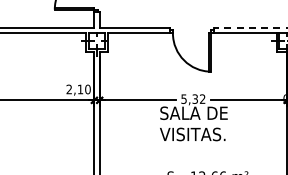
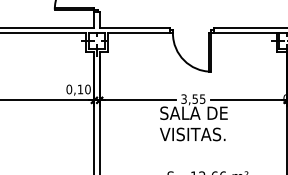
line at (250, 28): dashed -> solid
text at (69, 89): 2,10 -> 0,10
text at (193, 98): 5,32 -> 3,55
